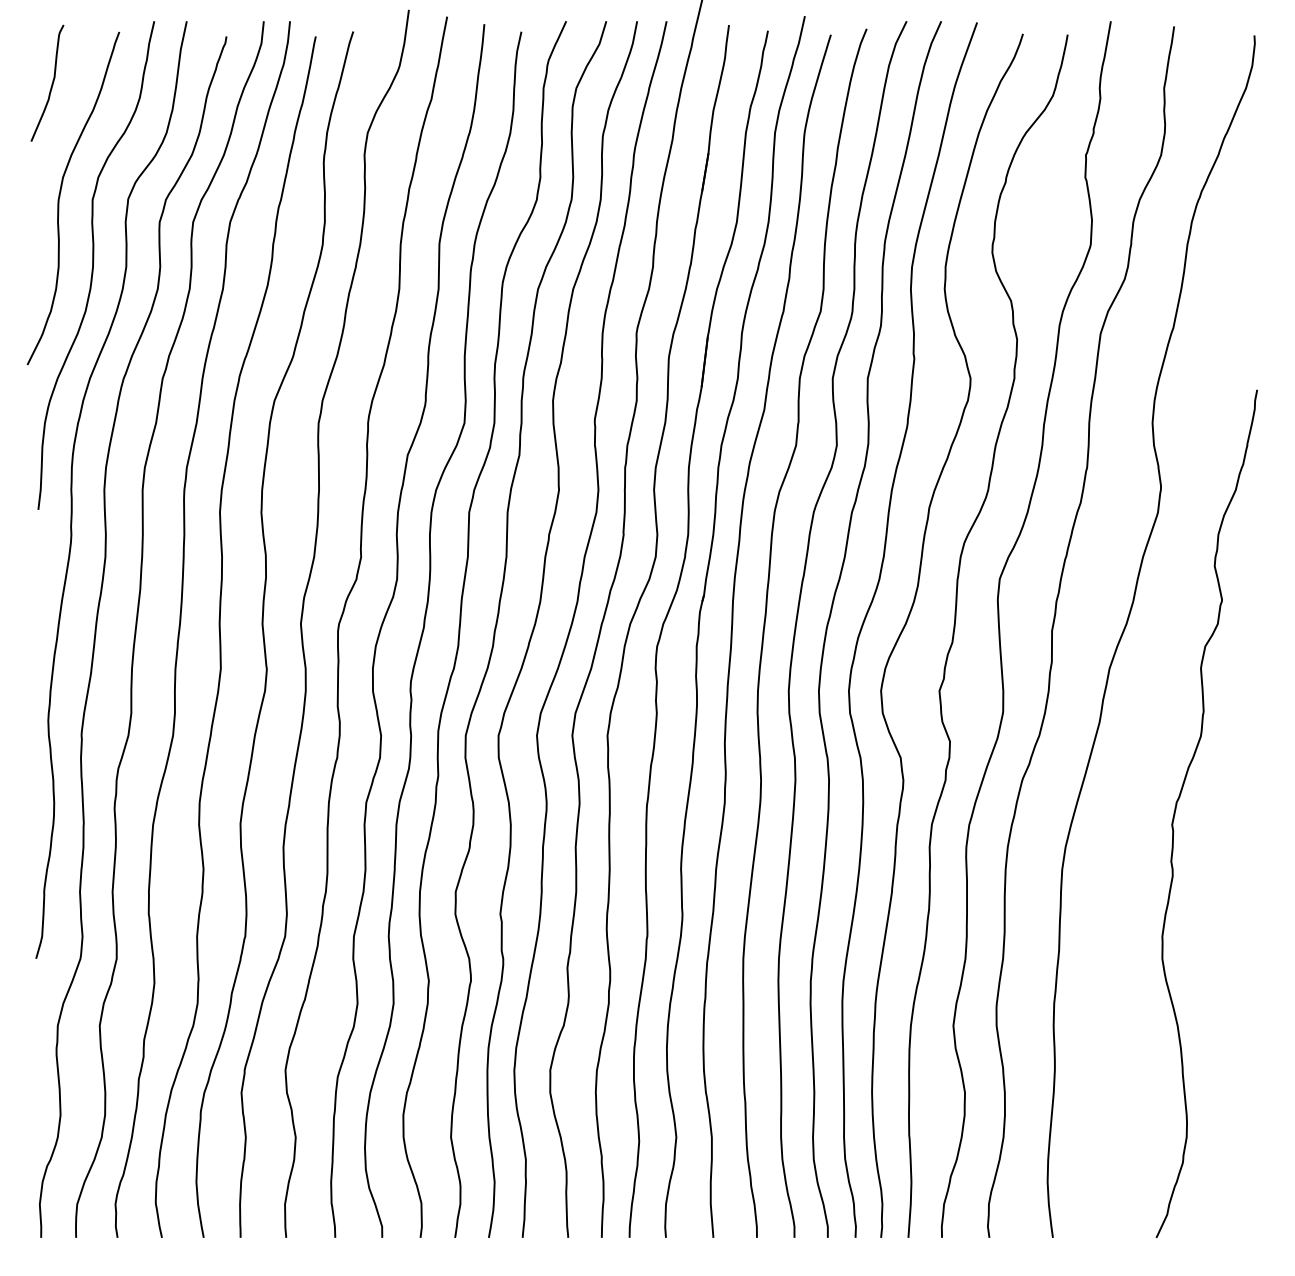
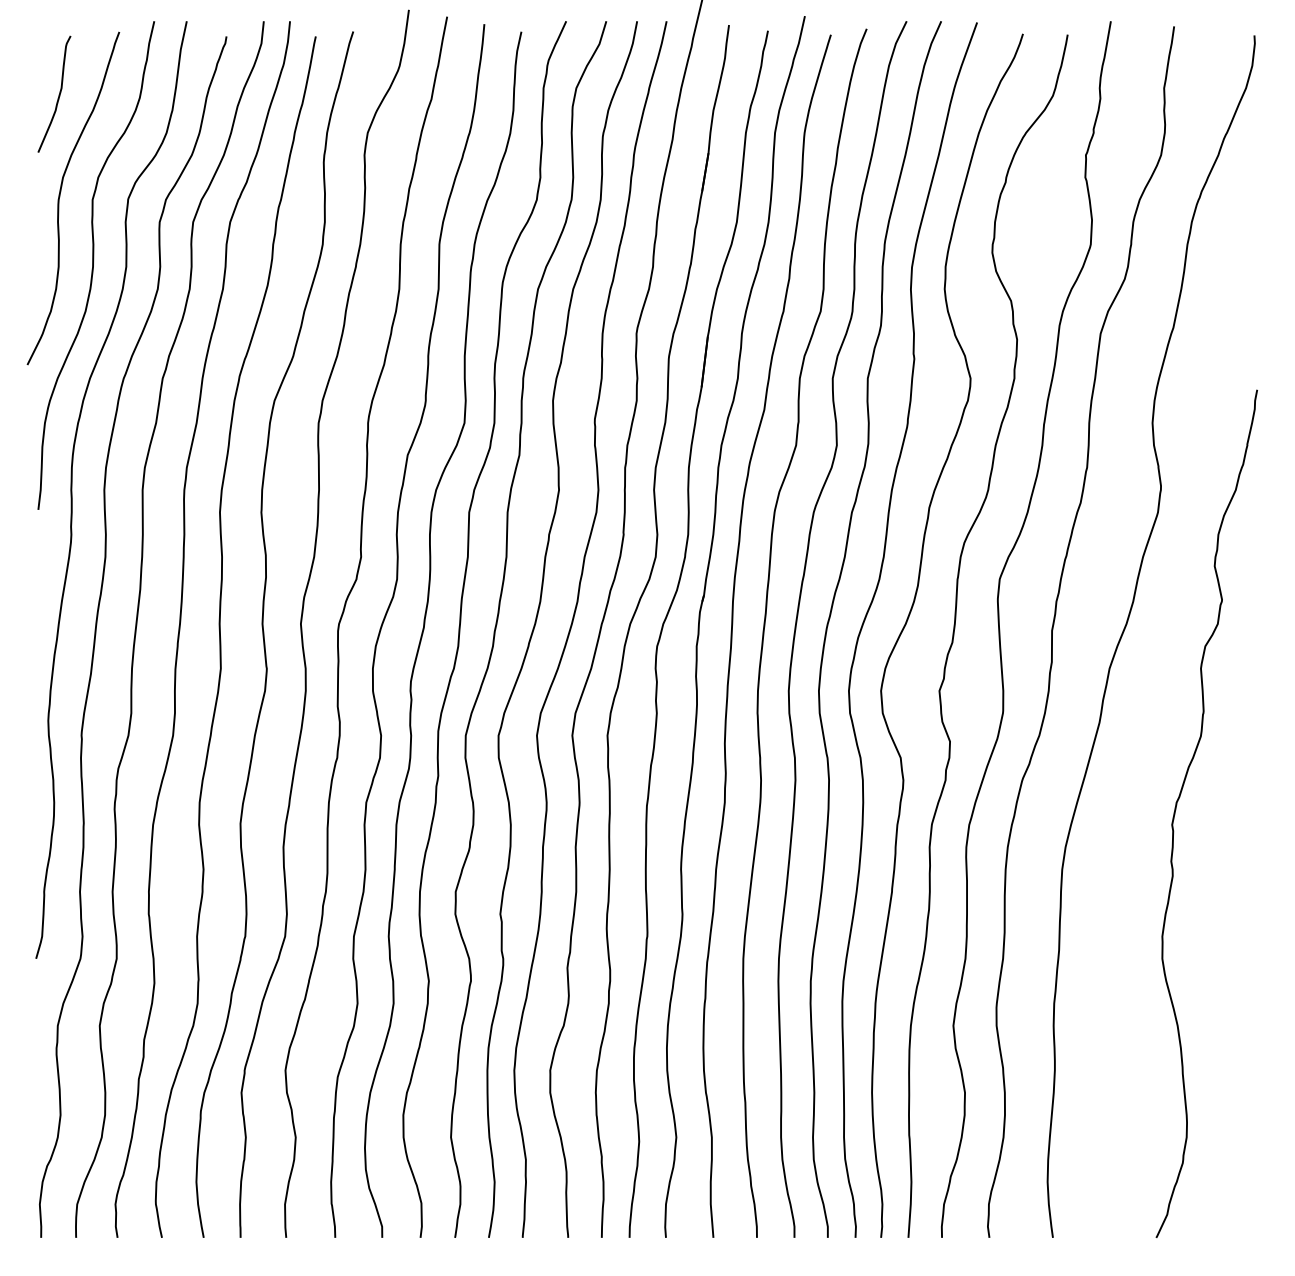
curve at (51, 83) position: (51, 83) -> (58, 94)
